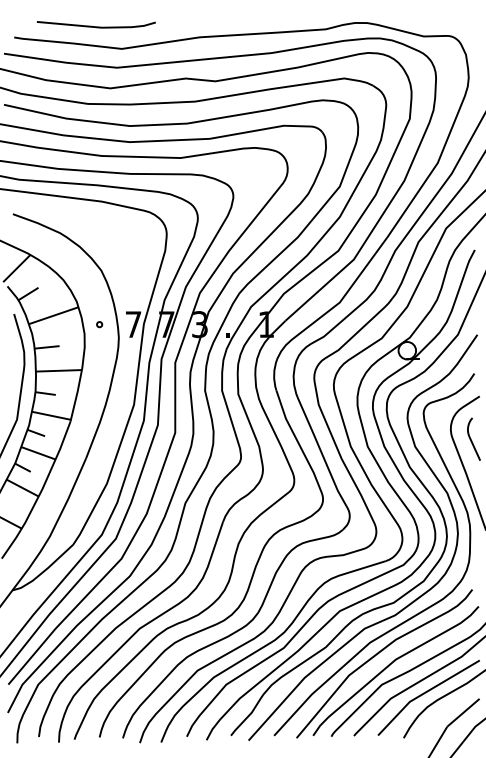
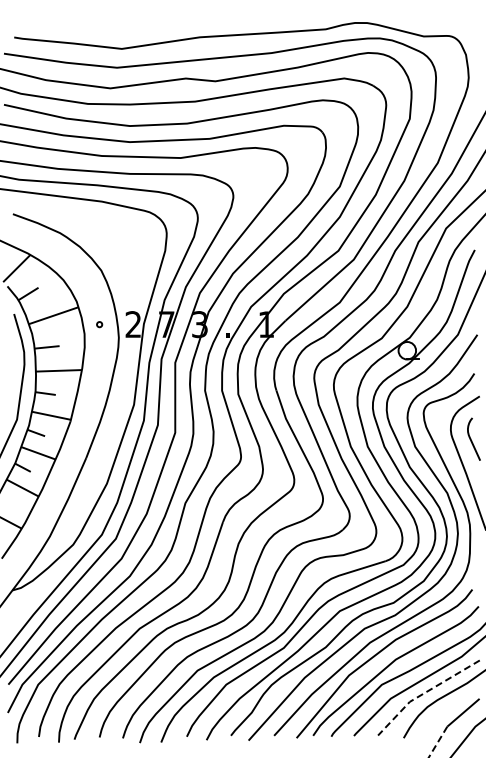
line at (96, 26): present -> none
text at (133, 324): 7 -> 2
line at (424, 693): solid -> dashed
line at (437, 742): solid -> dashed
